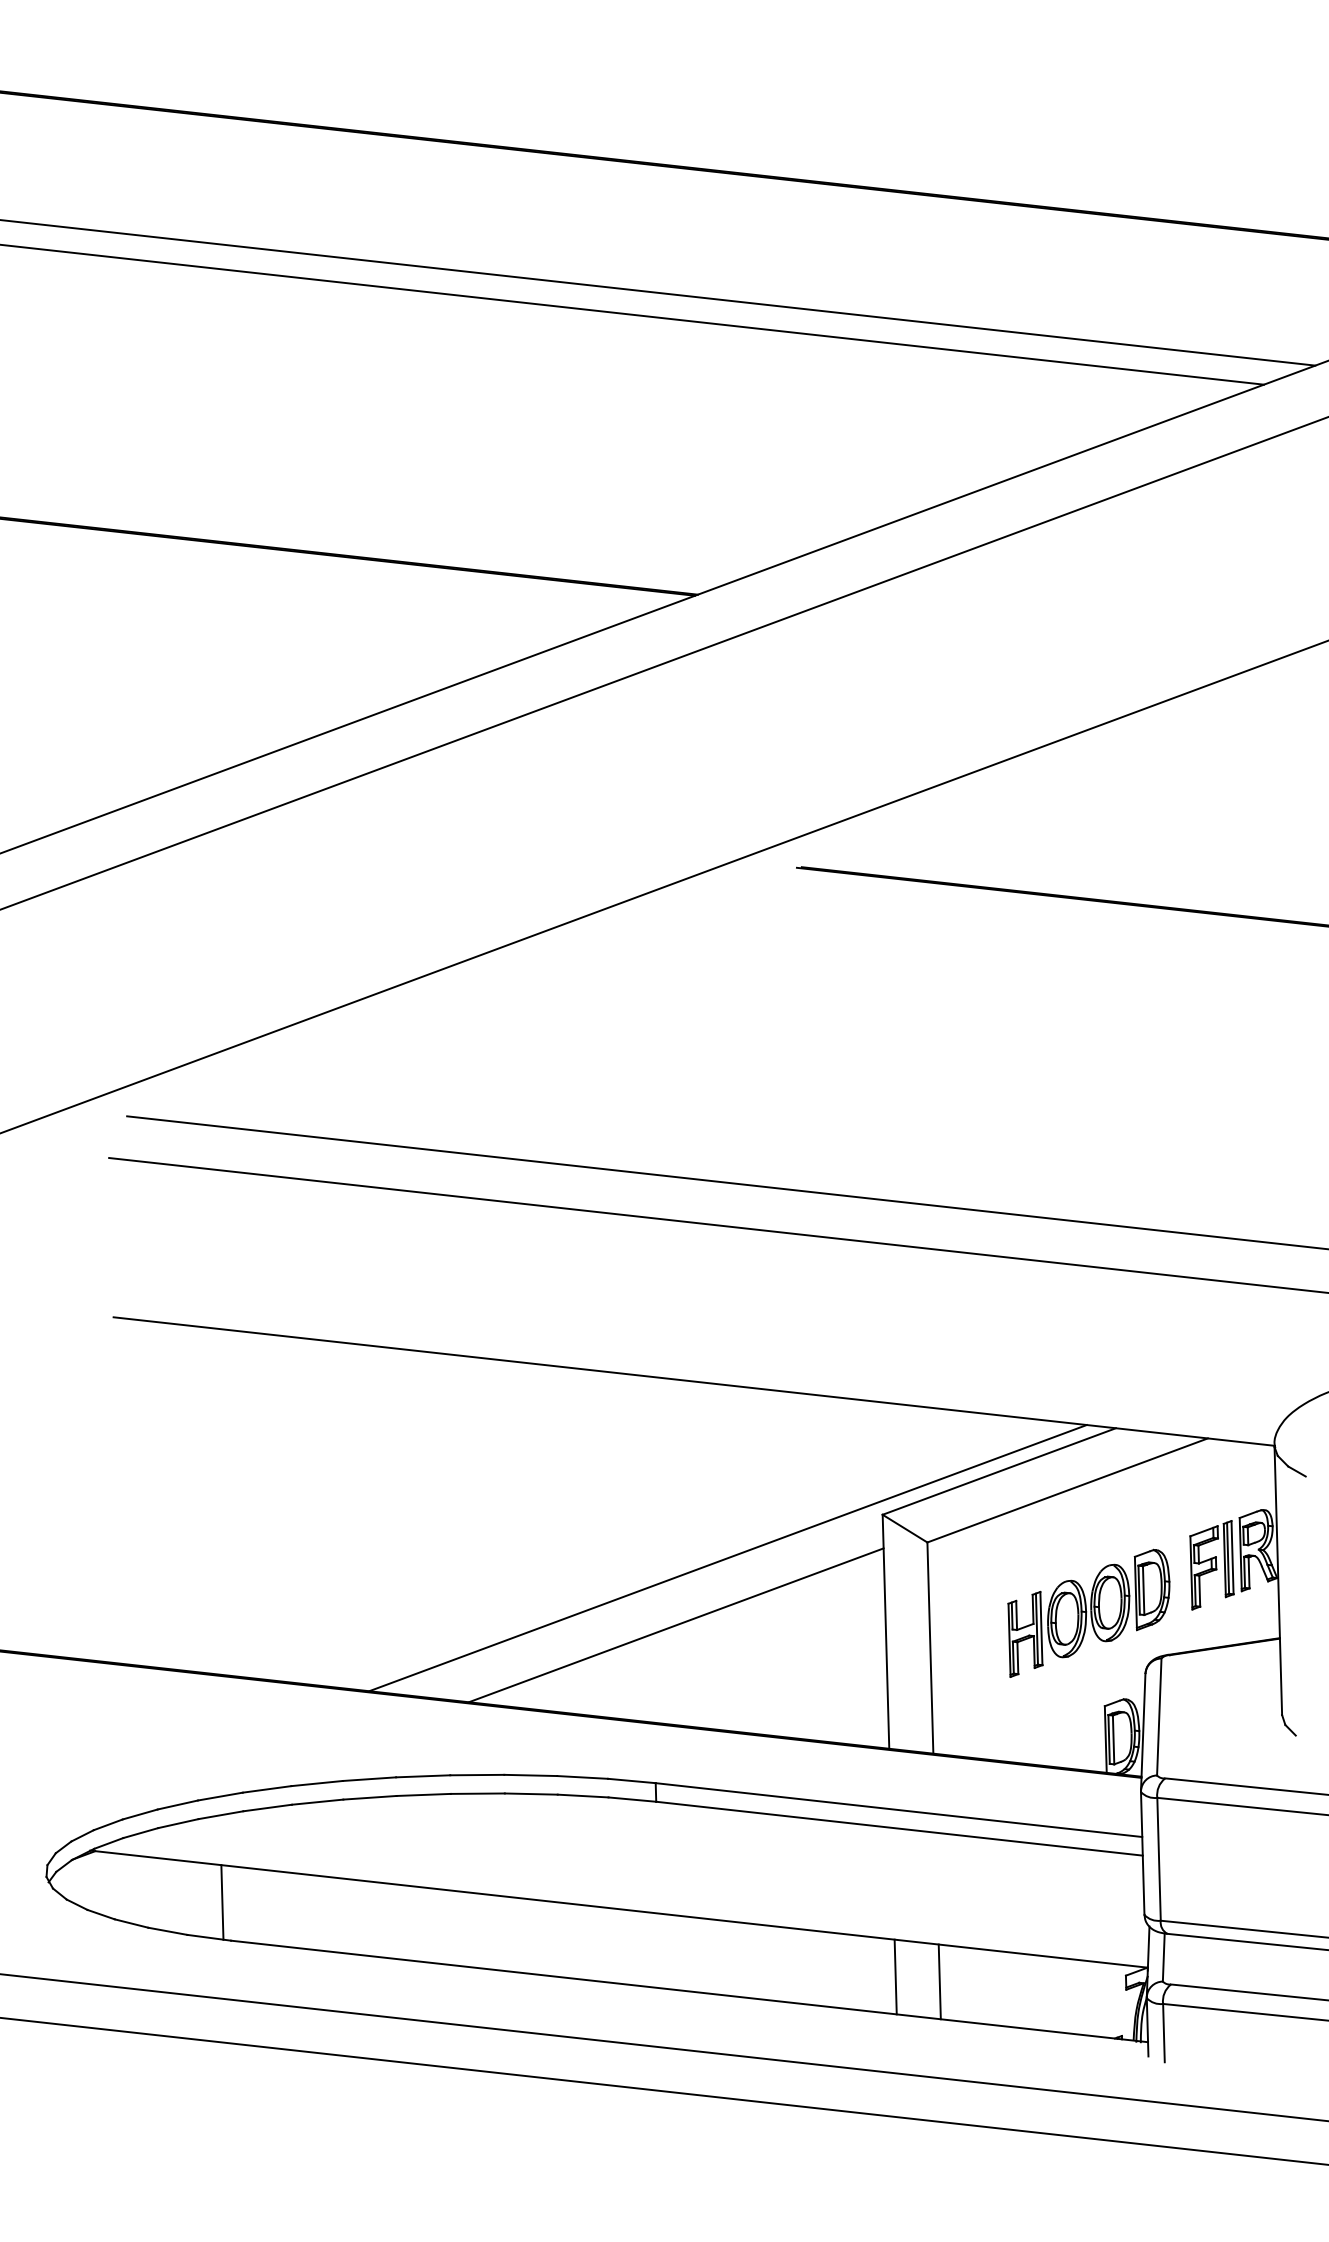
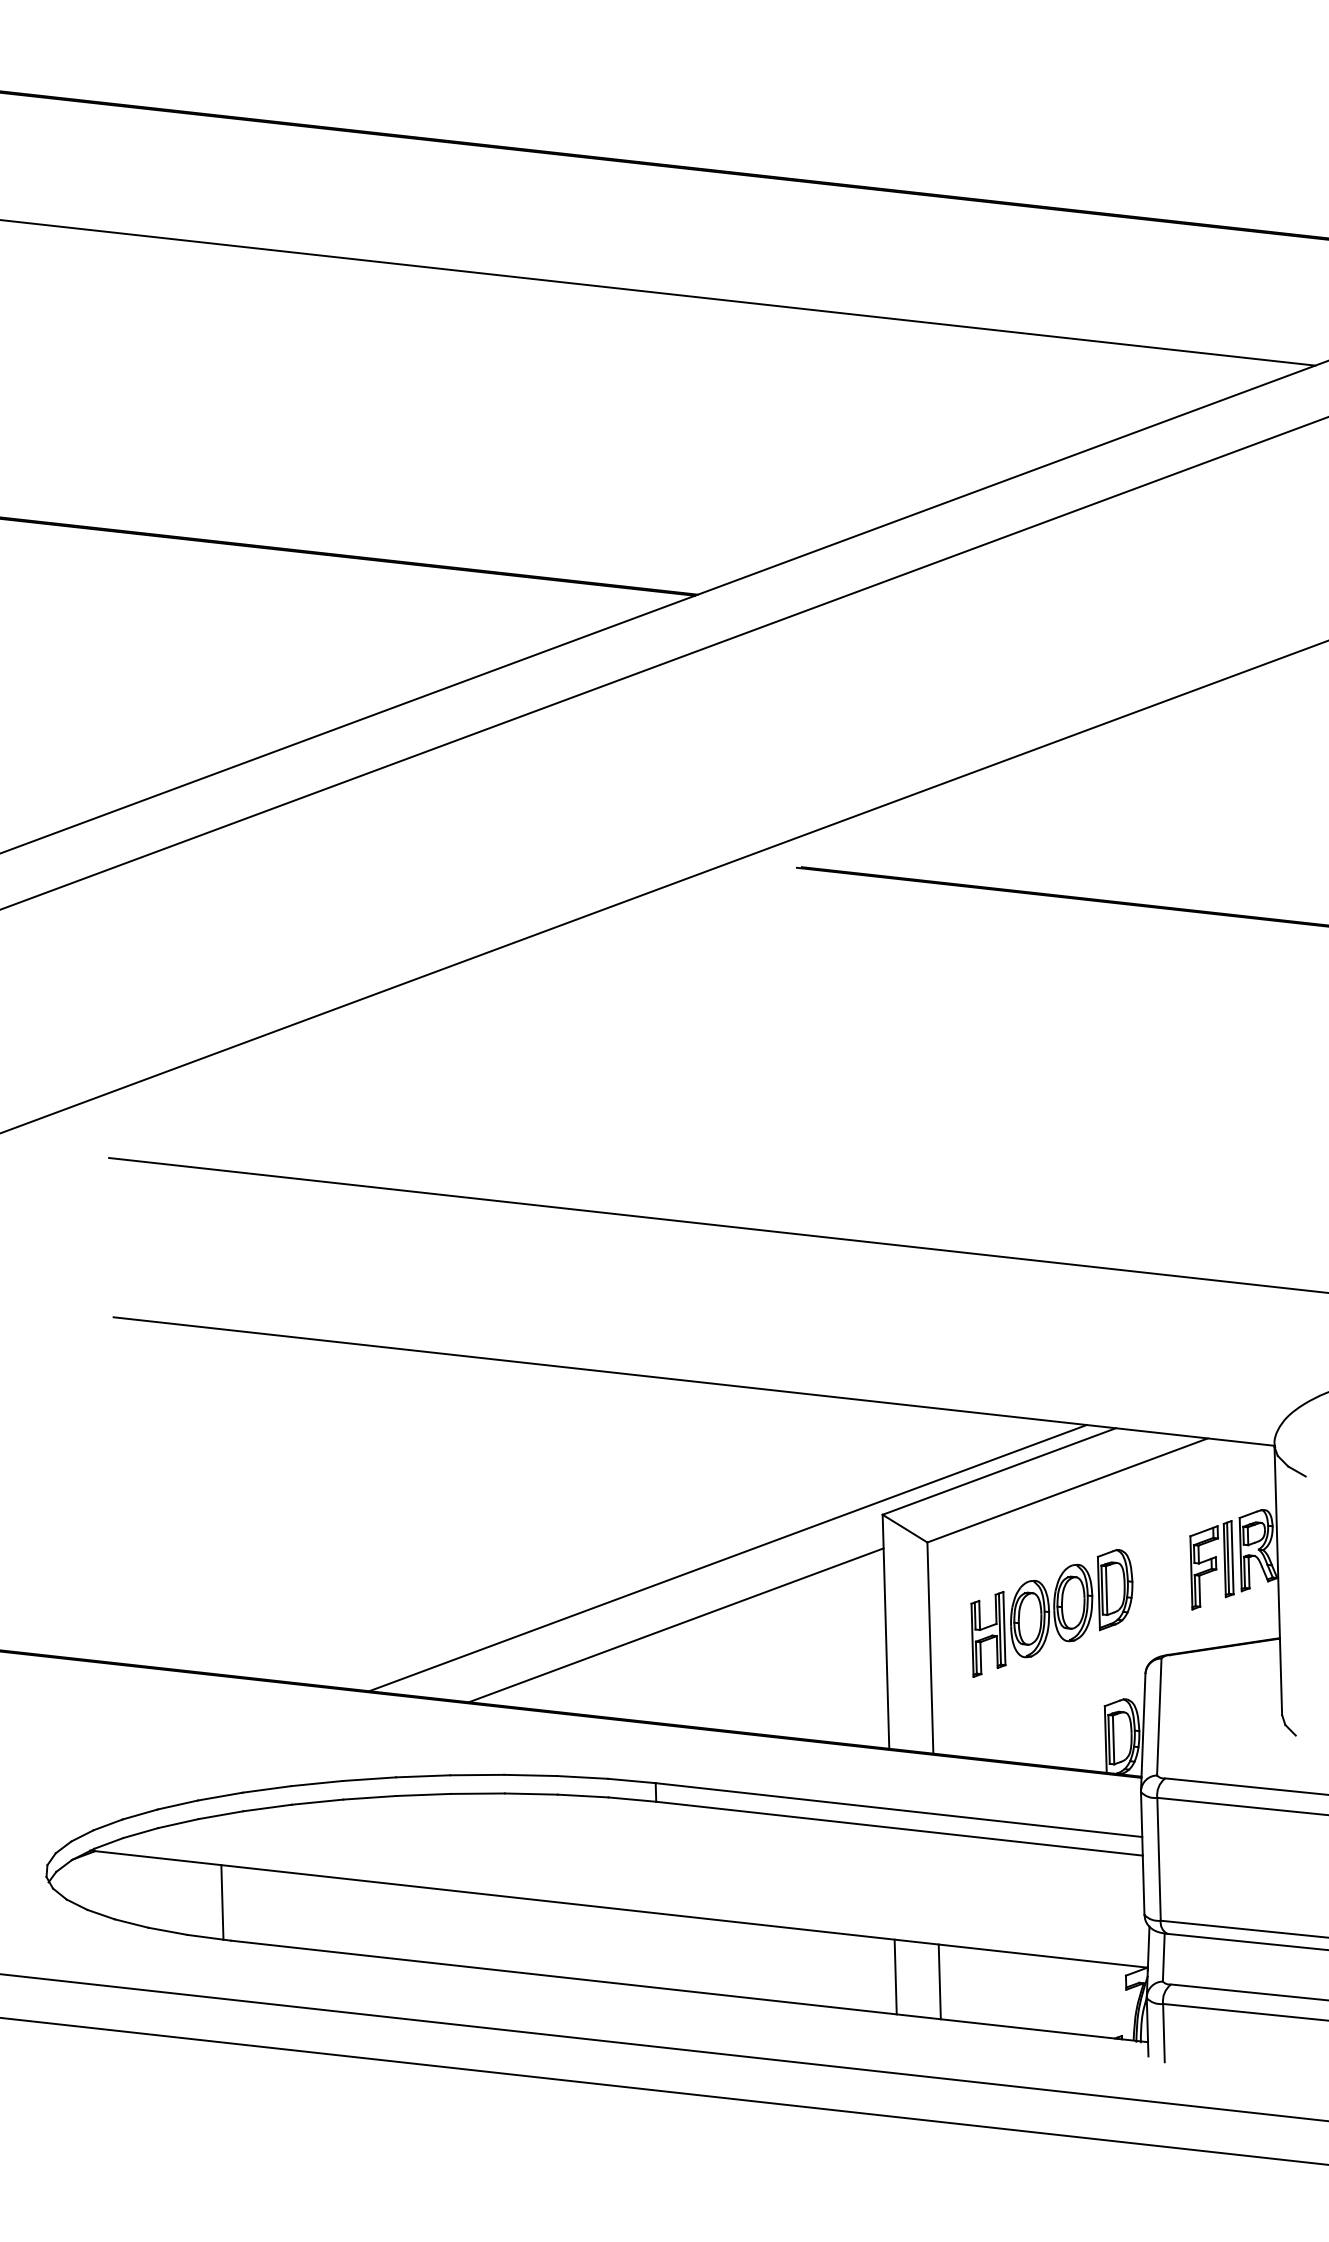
line at (633, 314): present -> none
line at (726, 1182): present -> none
part at (1088, 1612) position: (1088, 1612) -> (1051, 1612)
